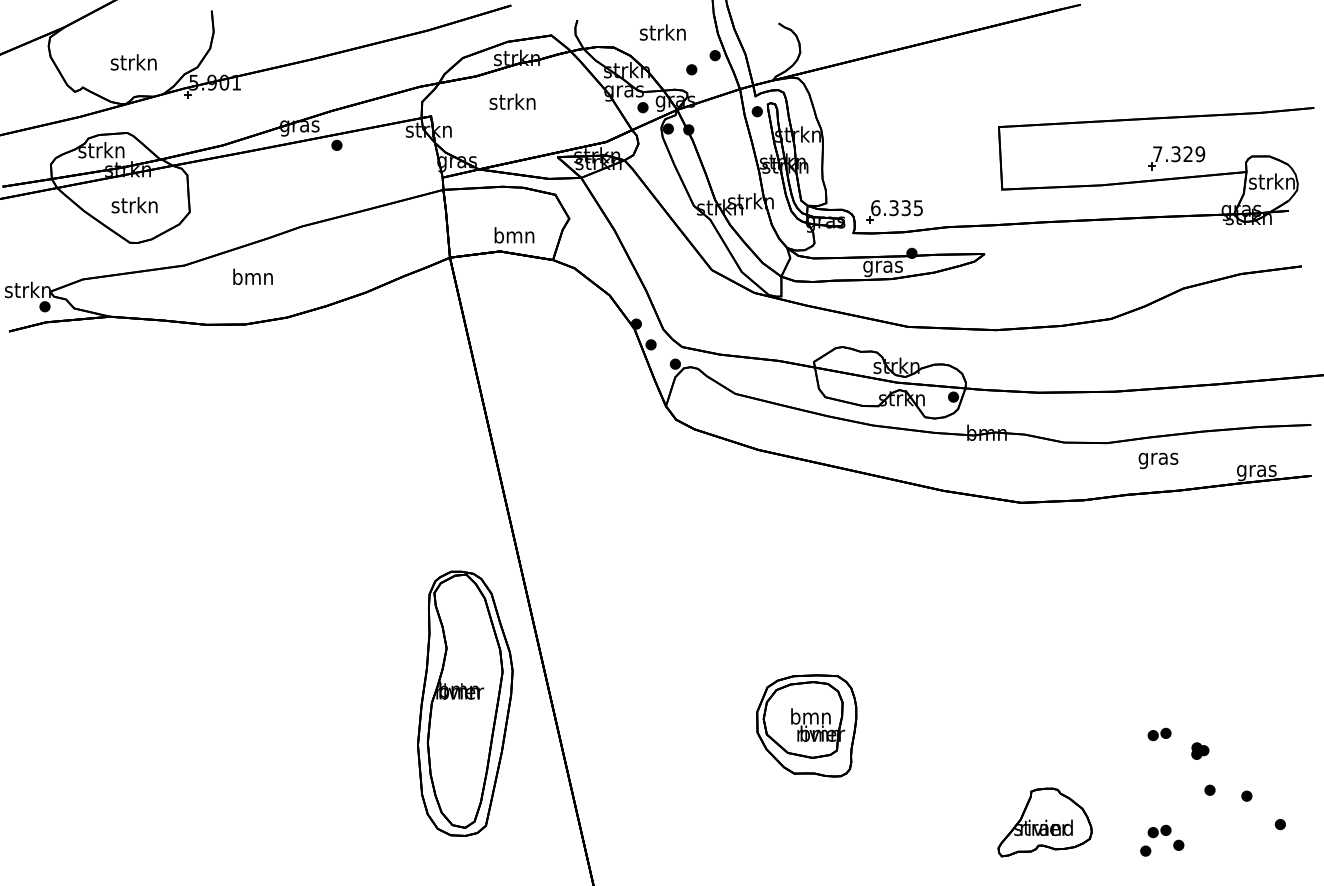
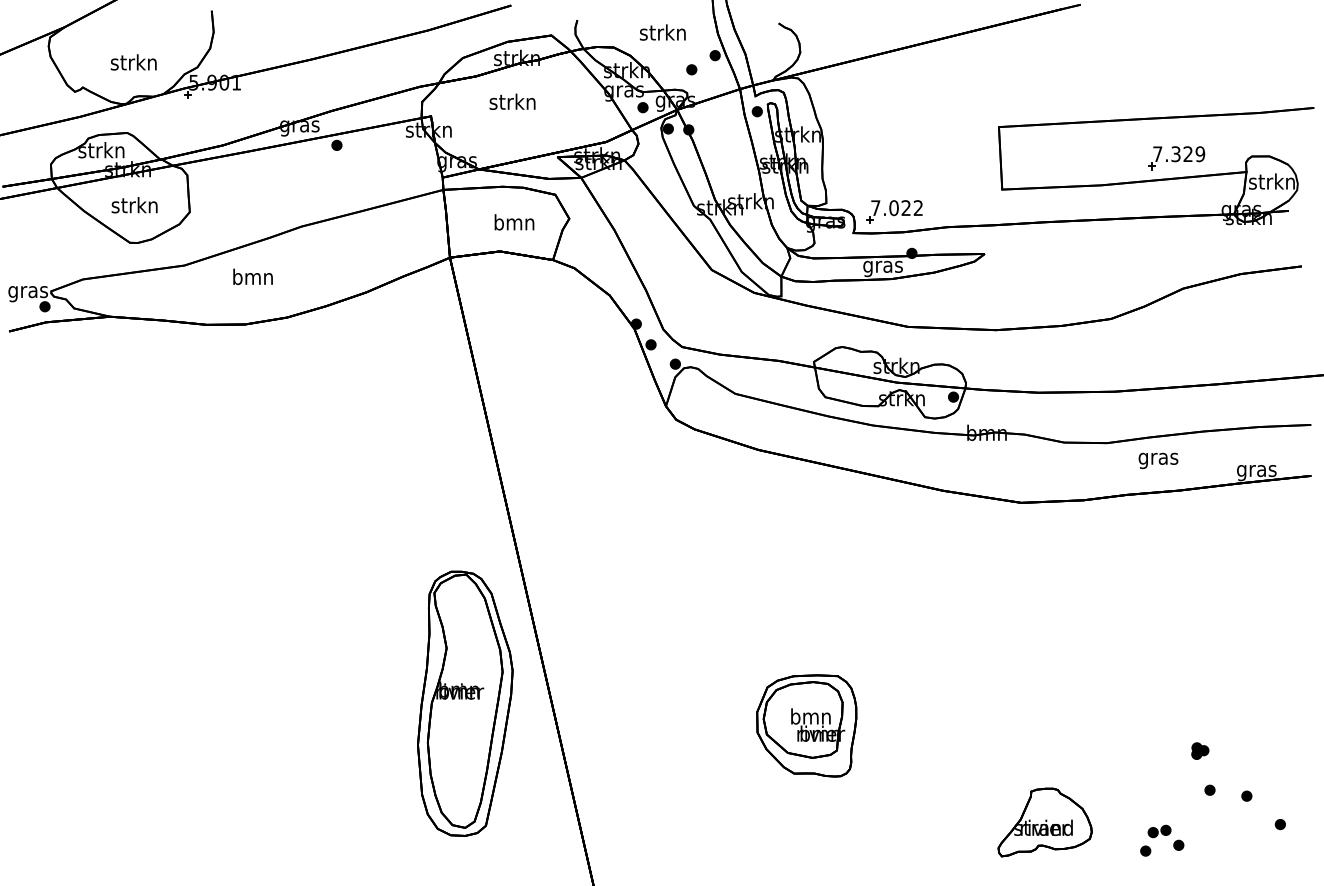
text at (896, 208): 6.335 -> 7.022
text at (514, 235) position: (514, 235) -> (514, 222)
text at (27, 291): strkn -> gras
part at (1159, 734): present -> none
